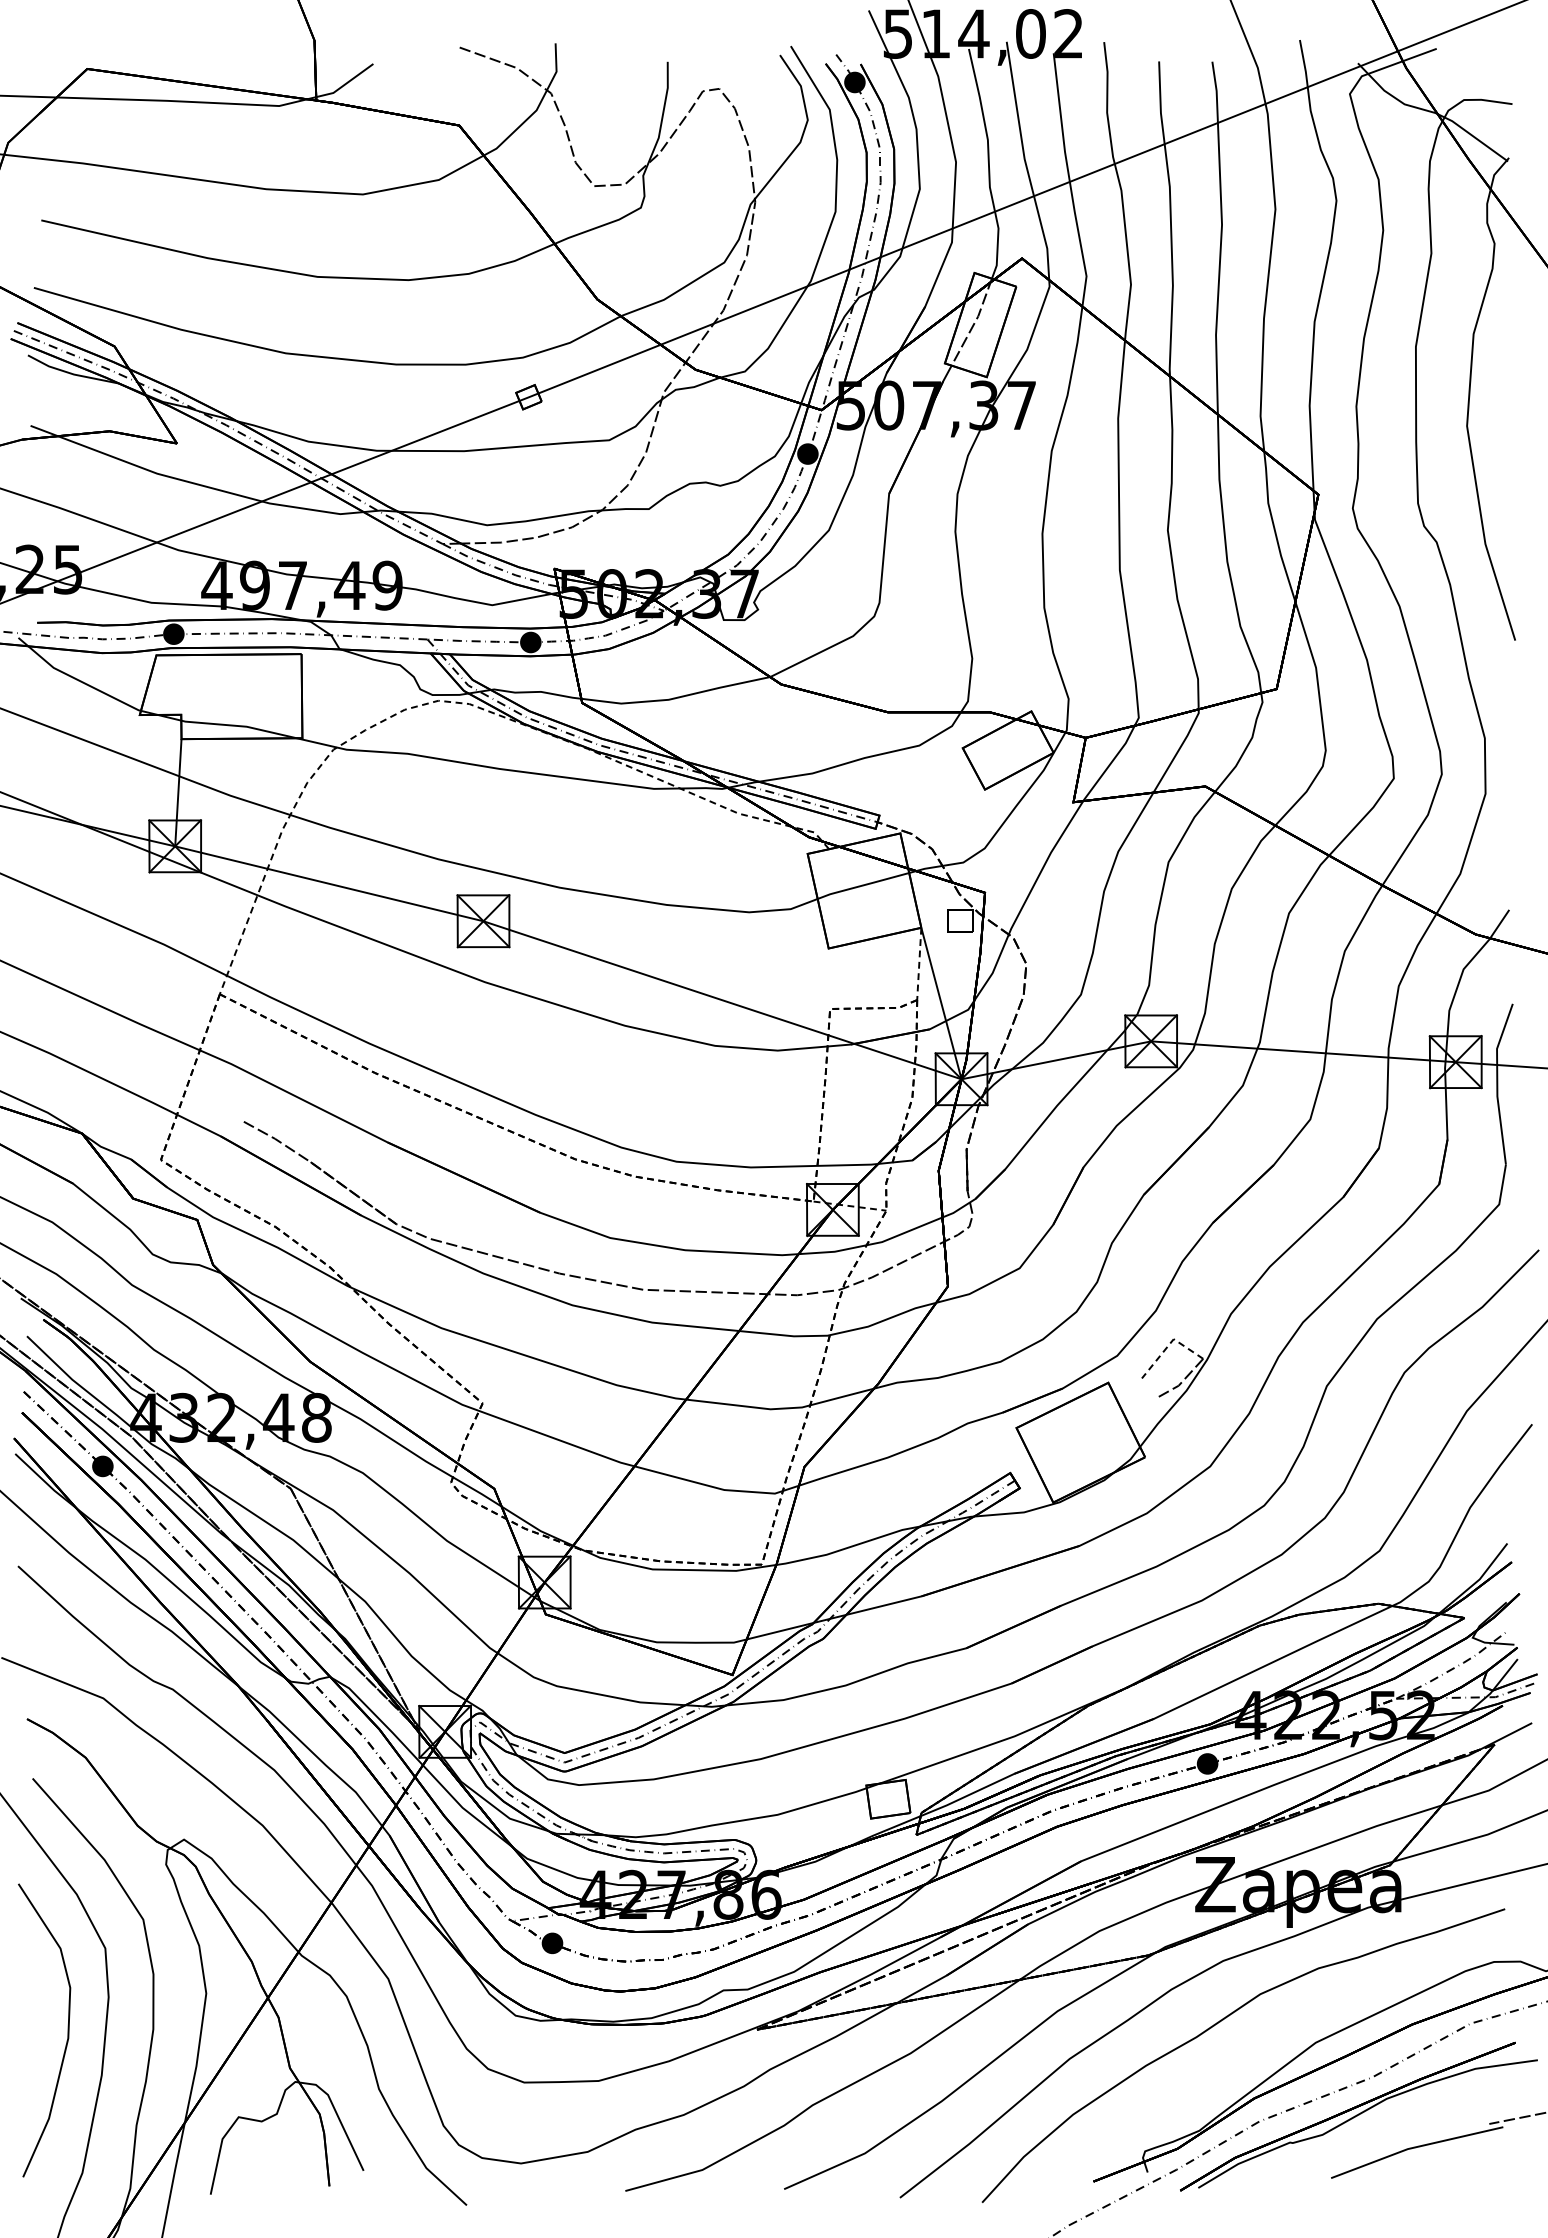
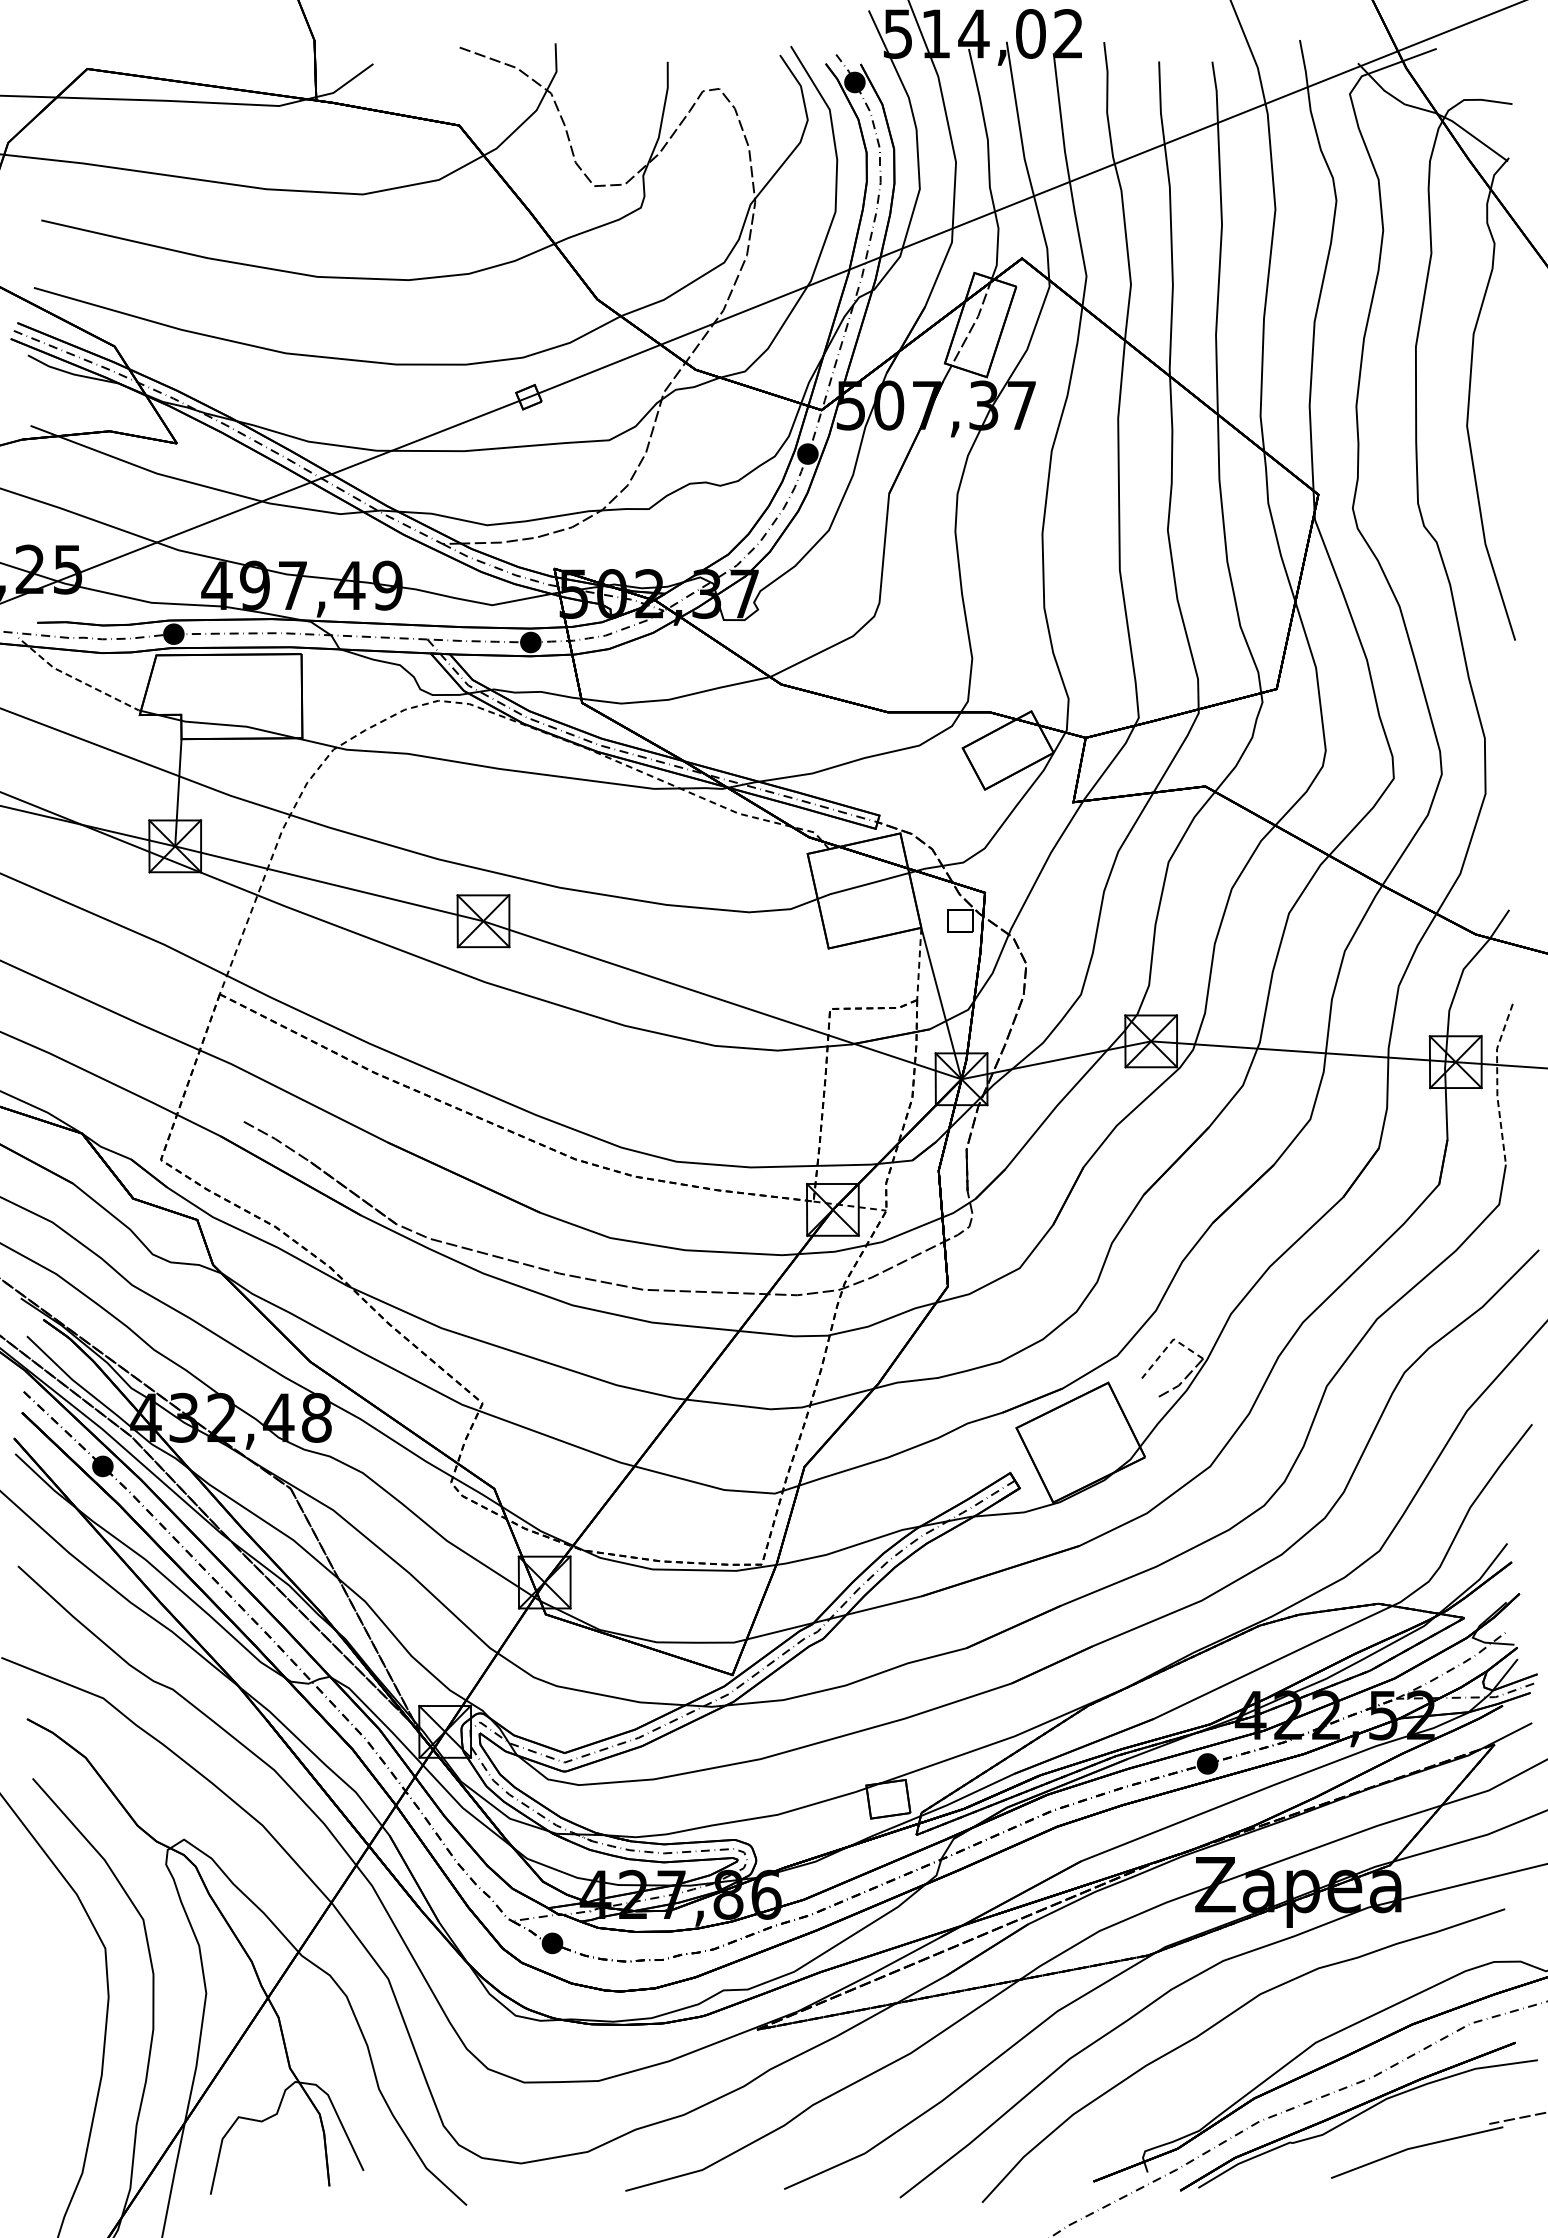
line at (76, 679): solid -> dashed
line at (1497, 1083): solid -> dashed
curve at (67, 2030): present -> none
